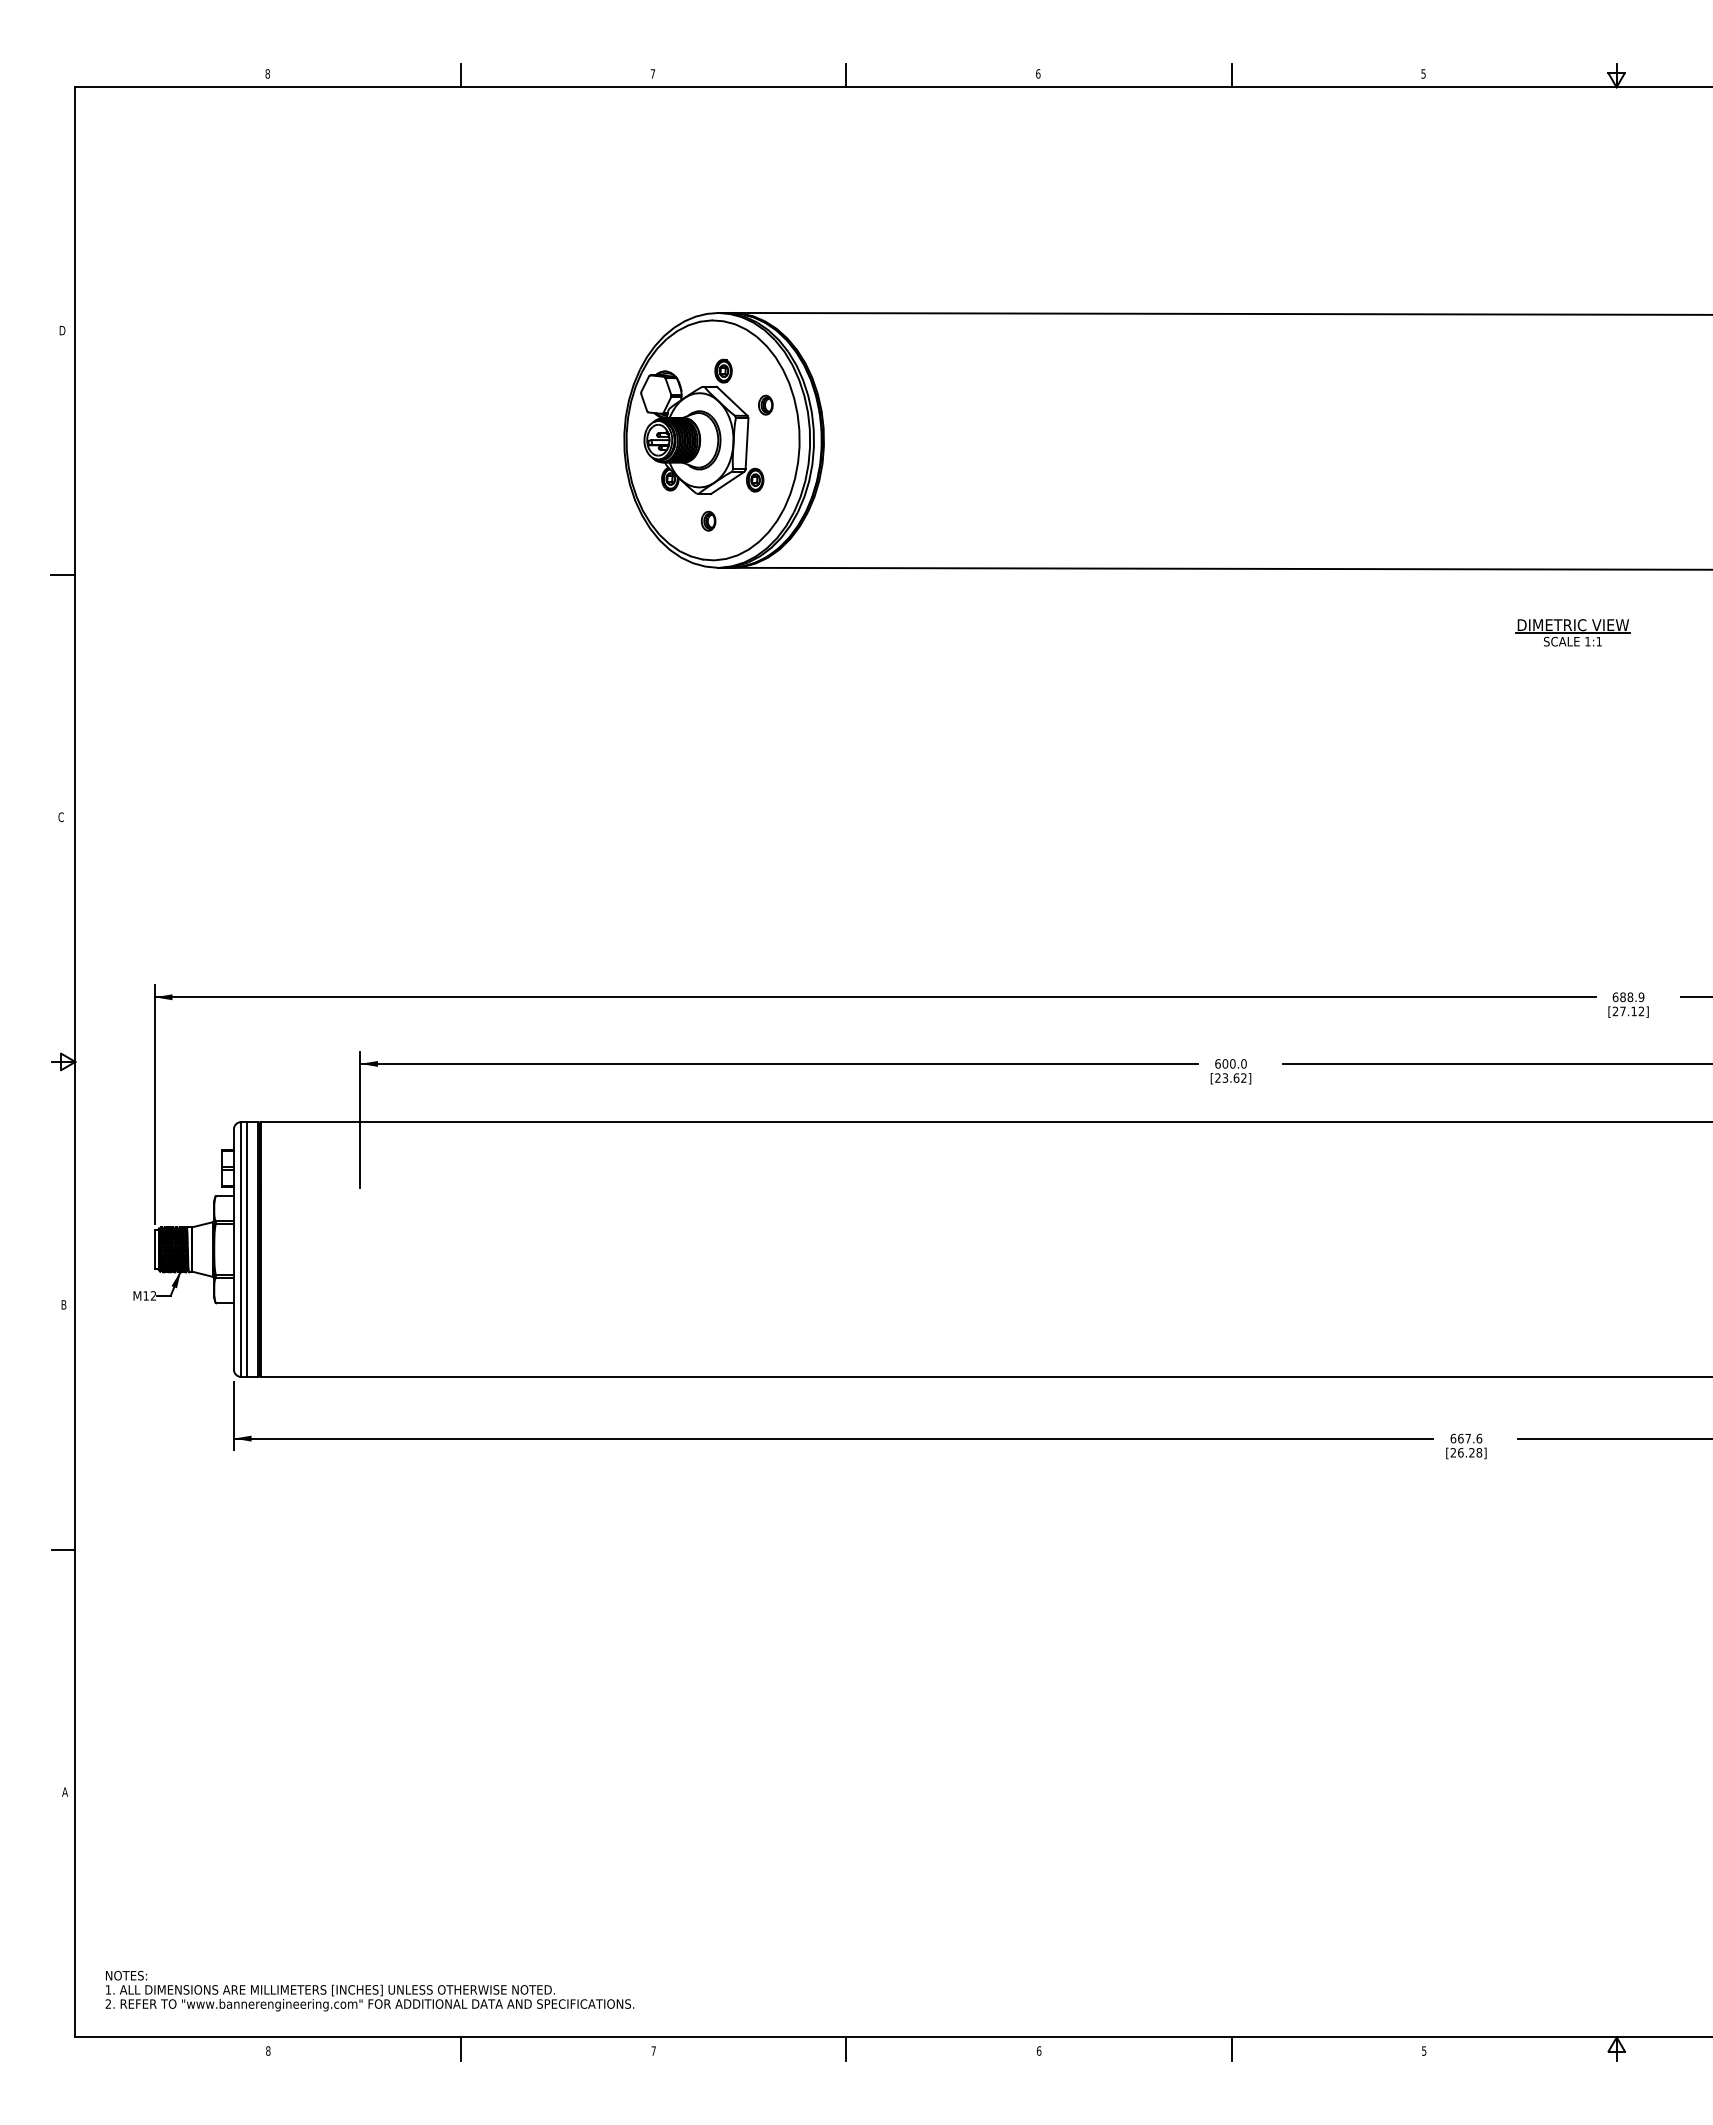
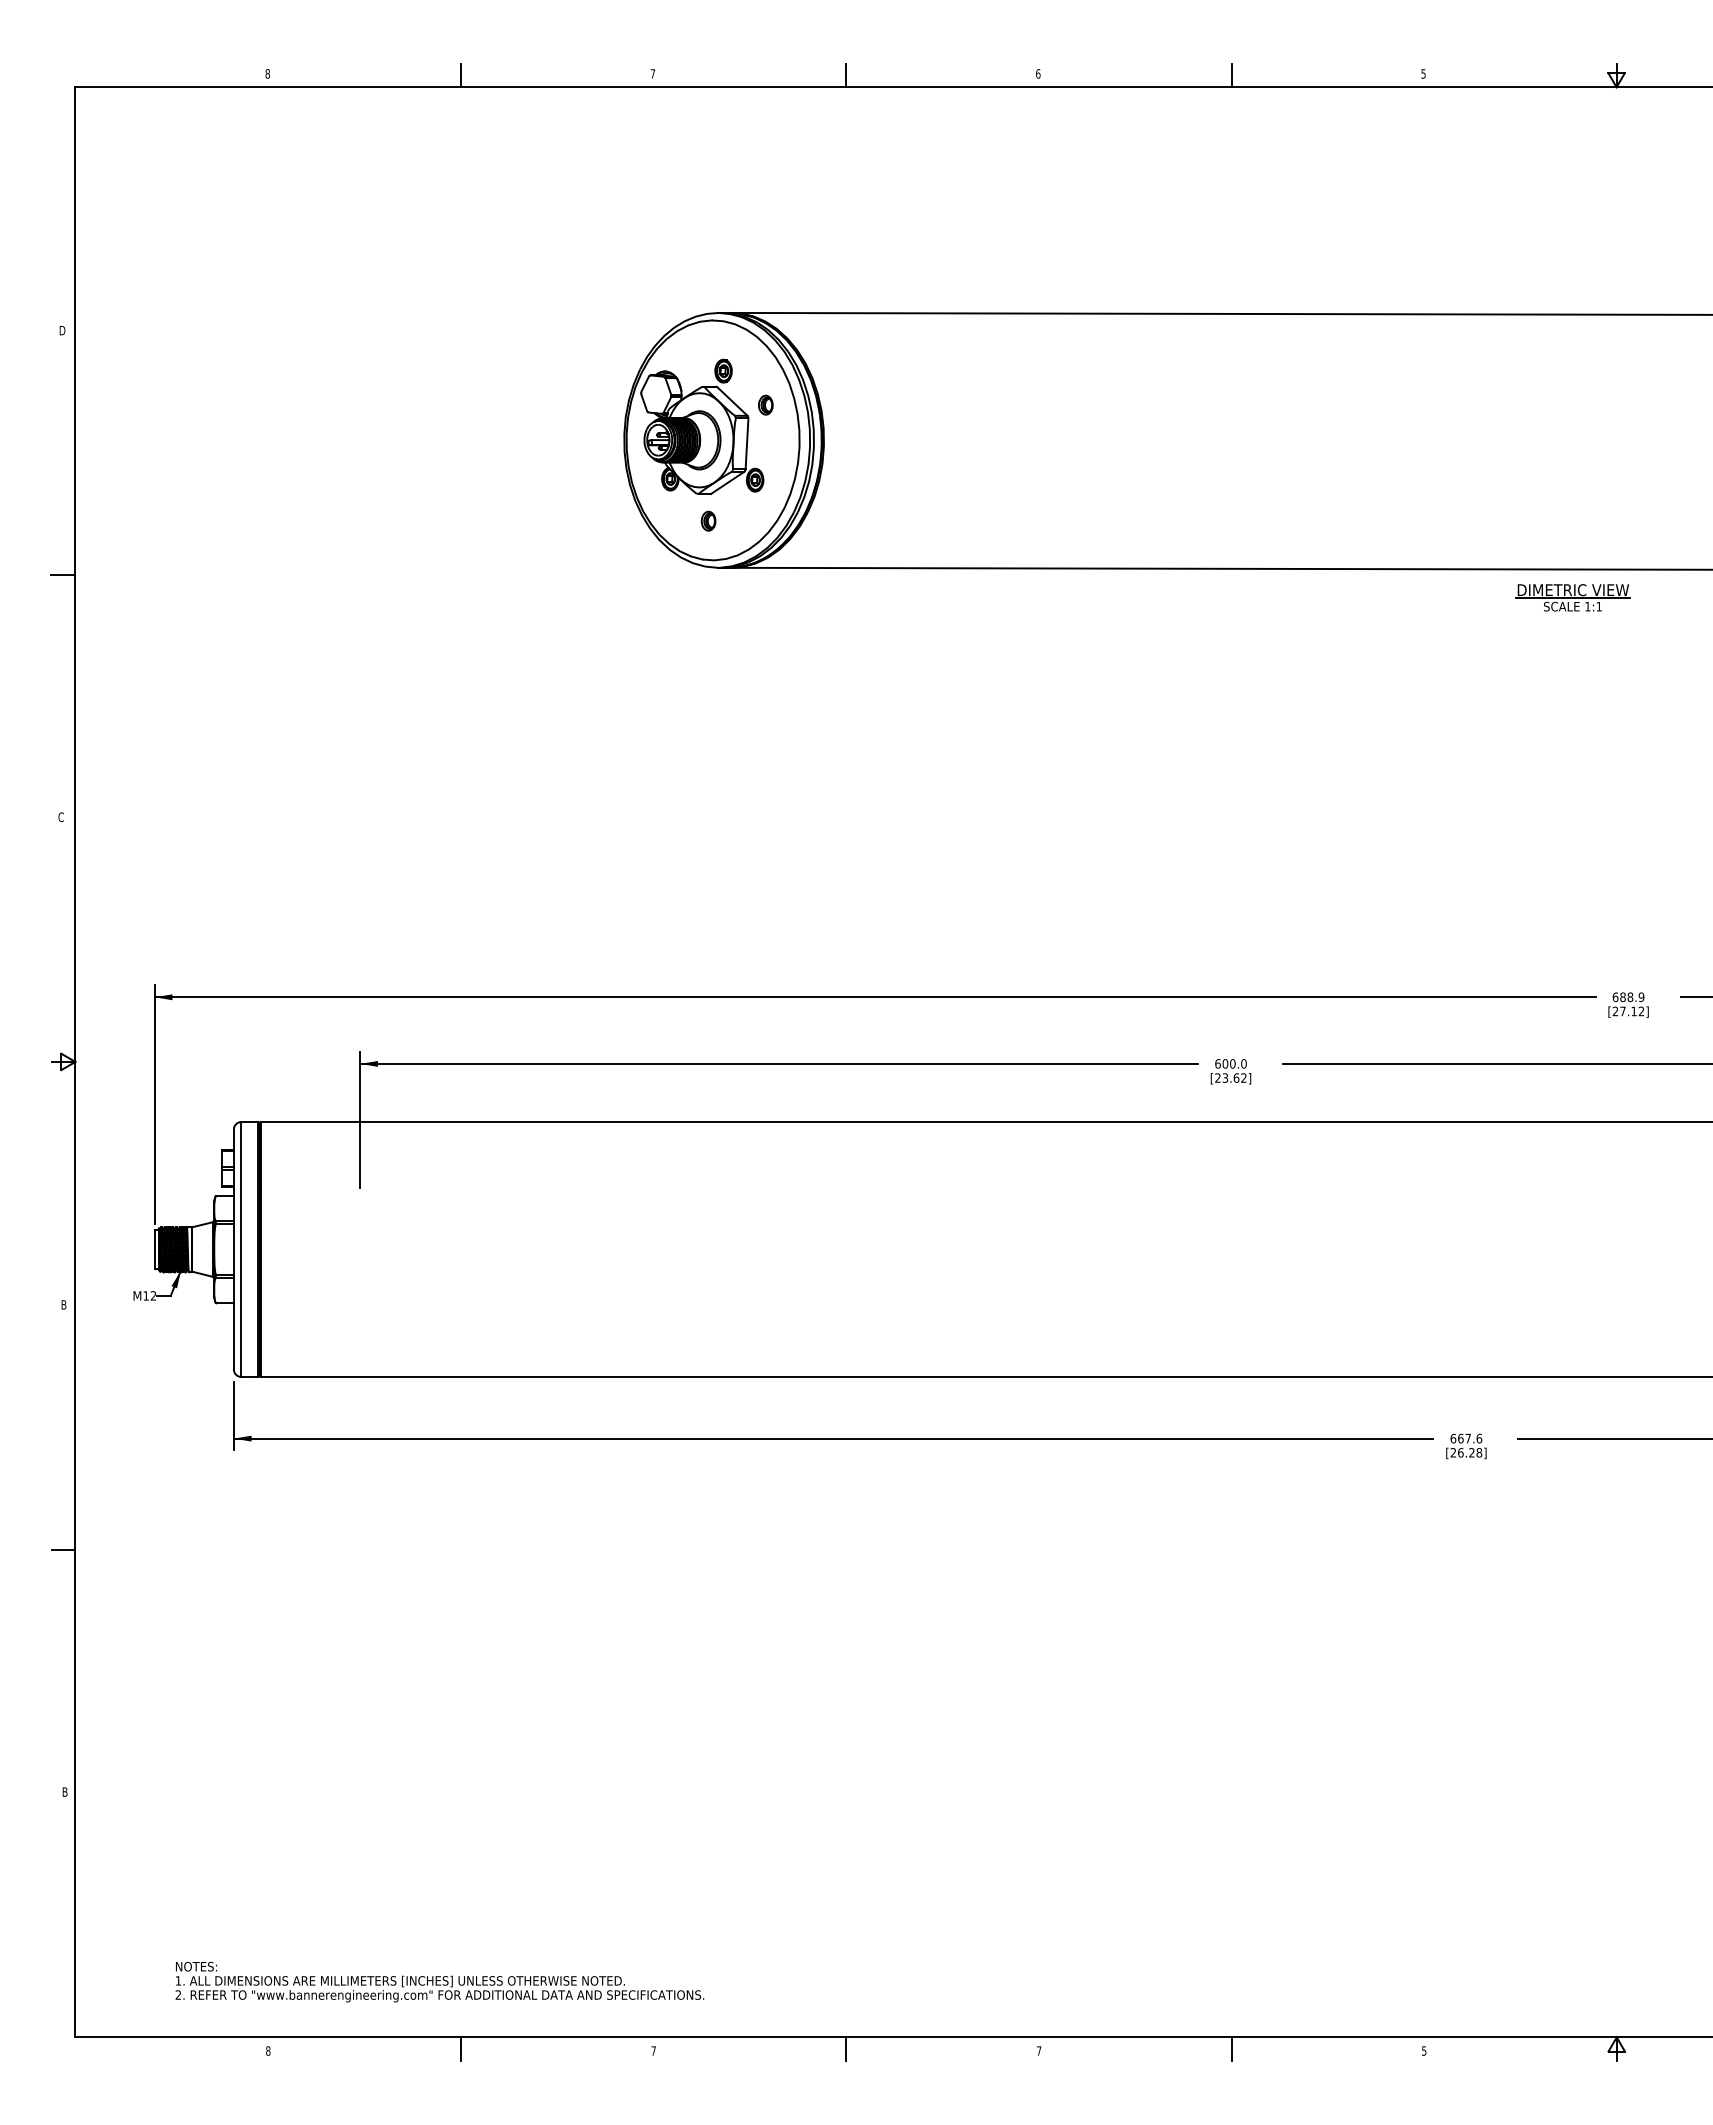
part at (1572, 632) position: (1572, 632) -> (1572, 597)
line at (246, 1249): present -> none
text at (64, 1791): A -> B
text at (369, 1990) position: (369, 1990) -> (439, 1981)
text at (1038, 2050): 6 -> 7
